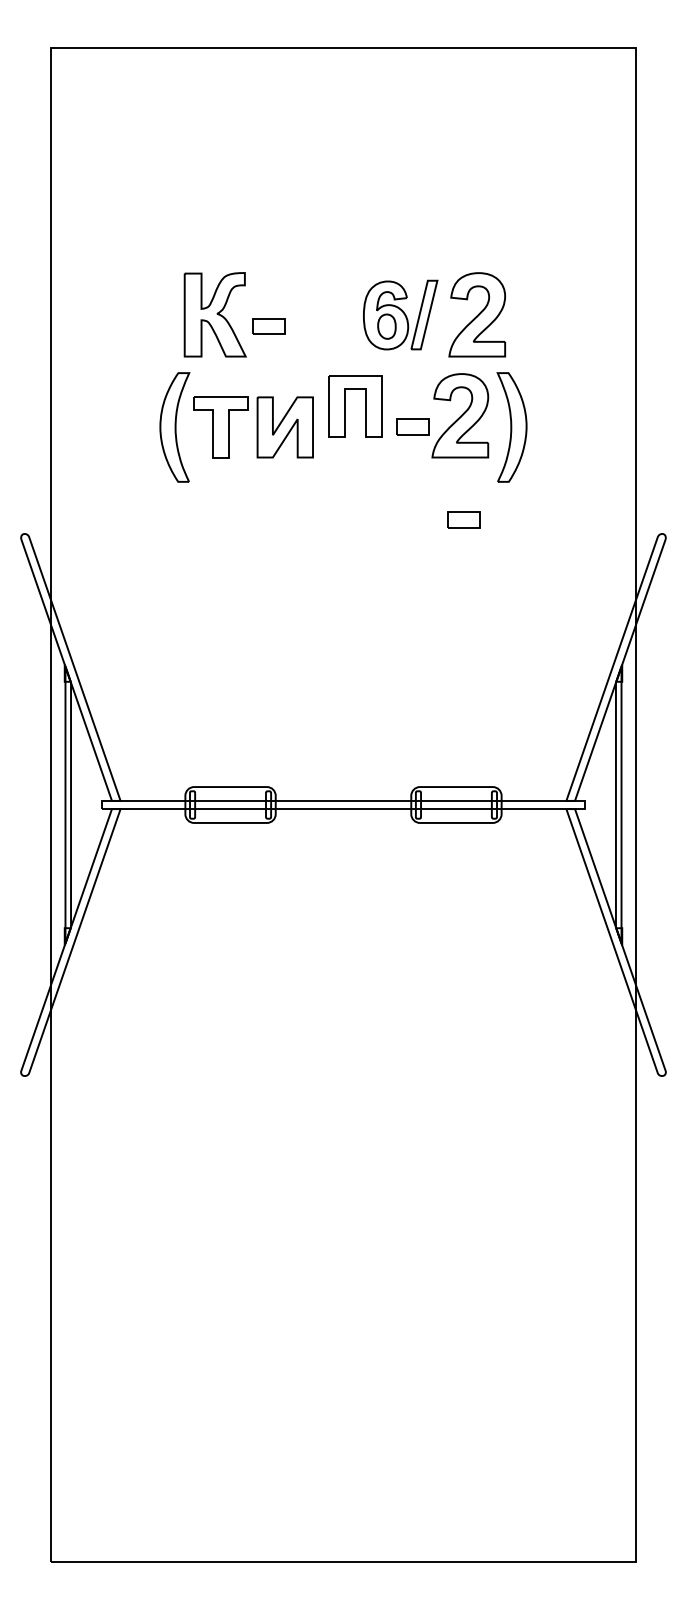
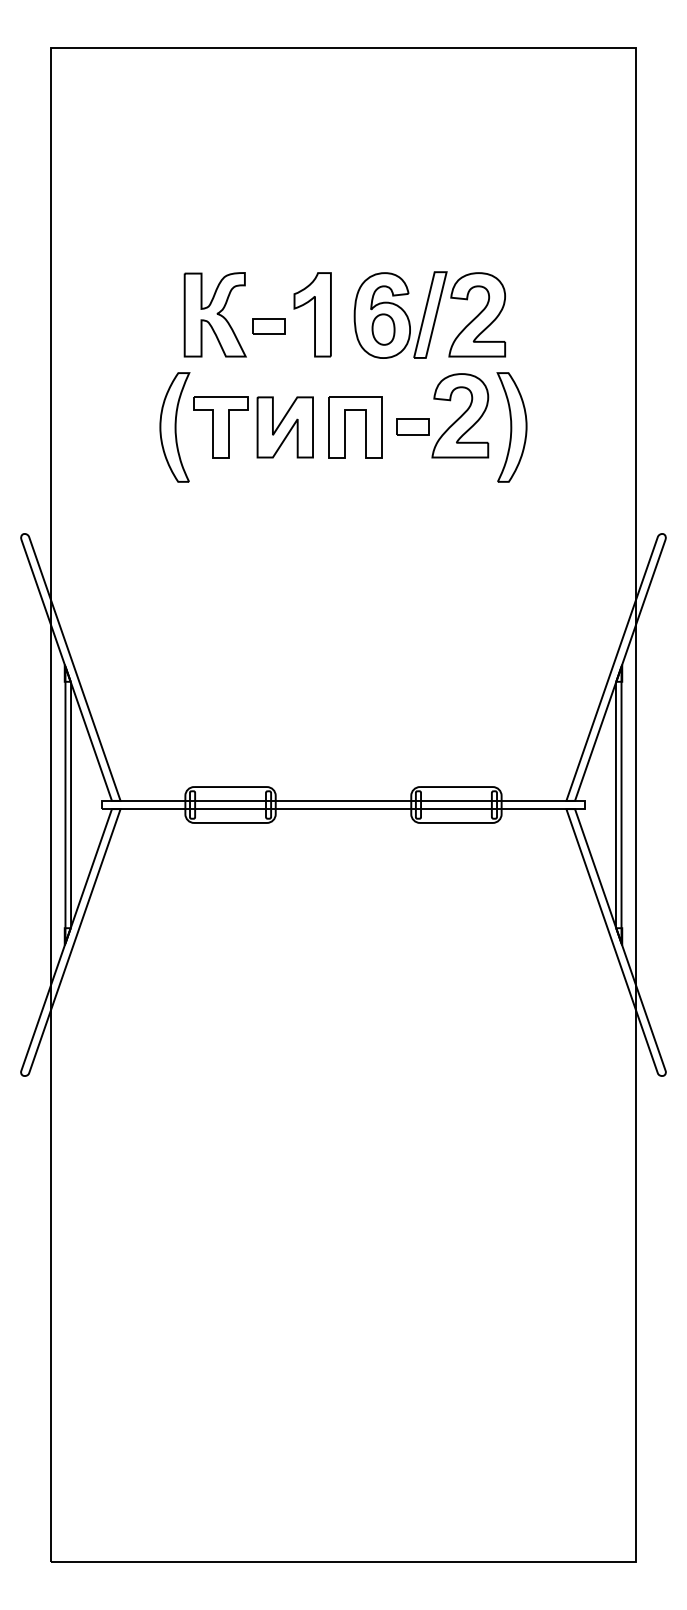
part at (312, 314): none -> present
part at (400, 314) size: 76x72 px -> 95x88 px
part at (345, 406) position: (345, 406) -> (345, 427)
part at (463, 519): present -> none
